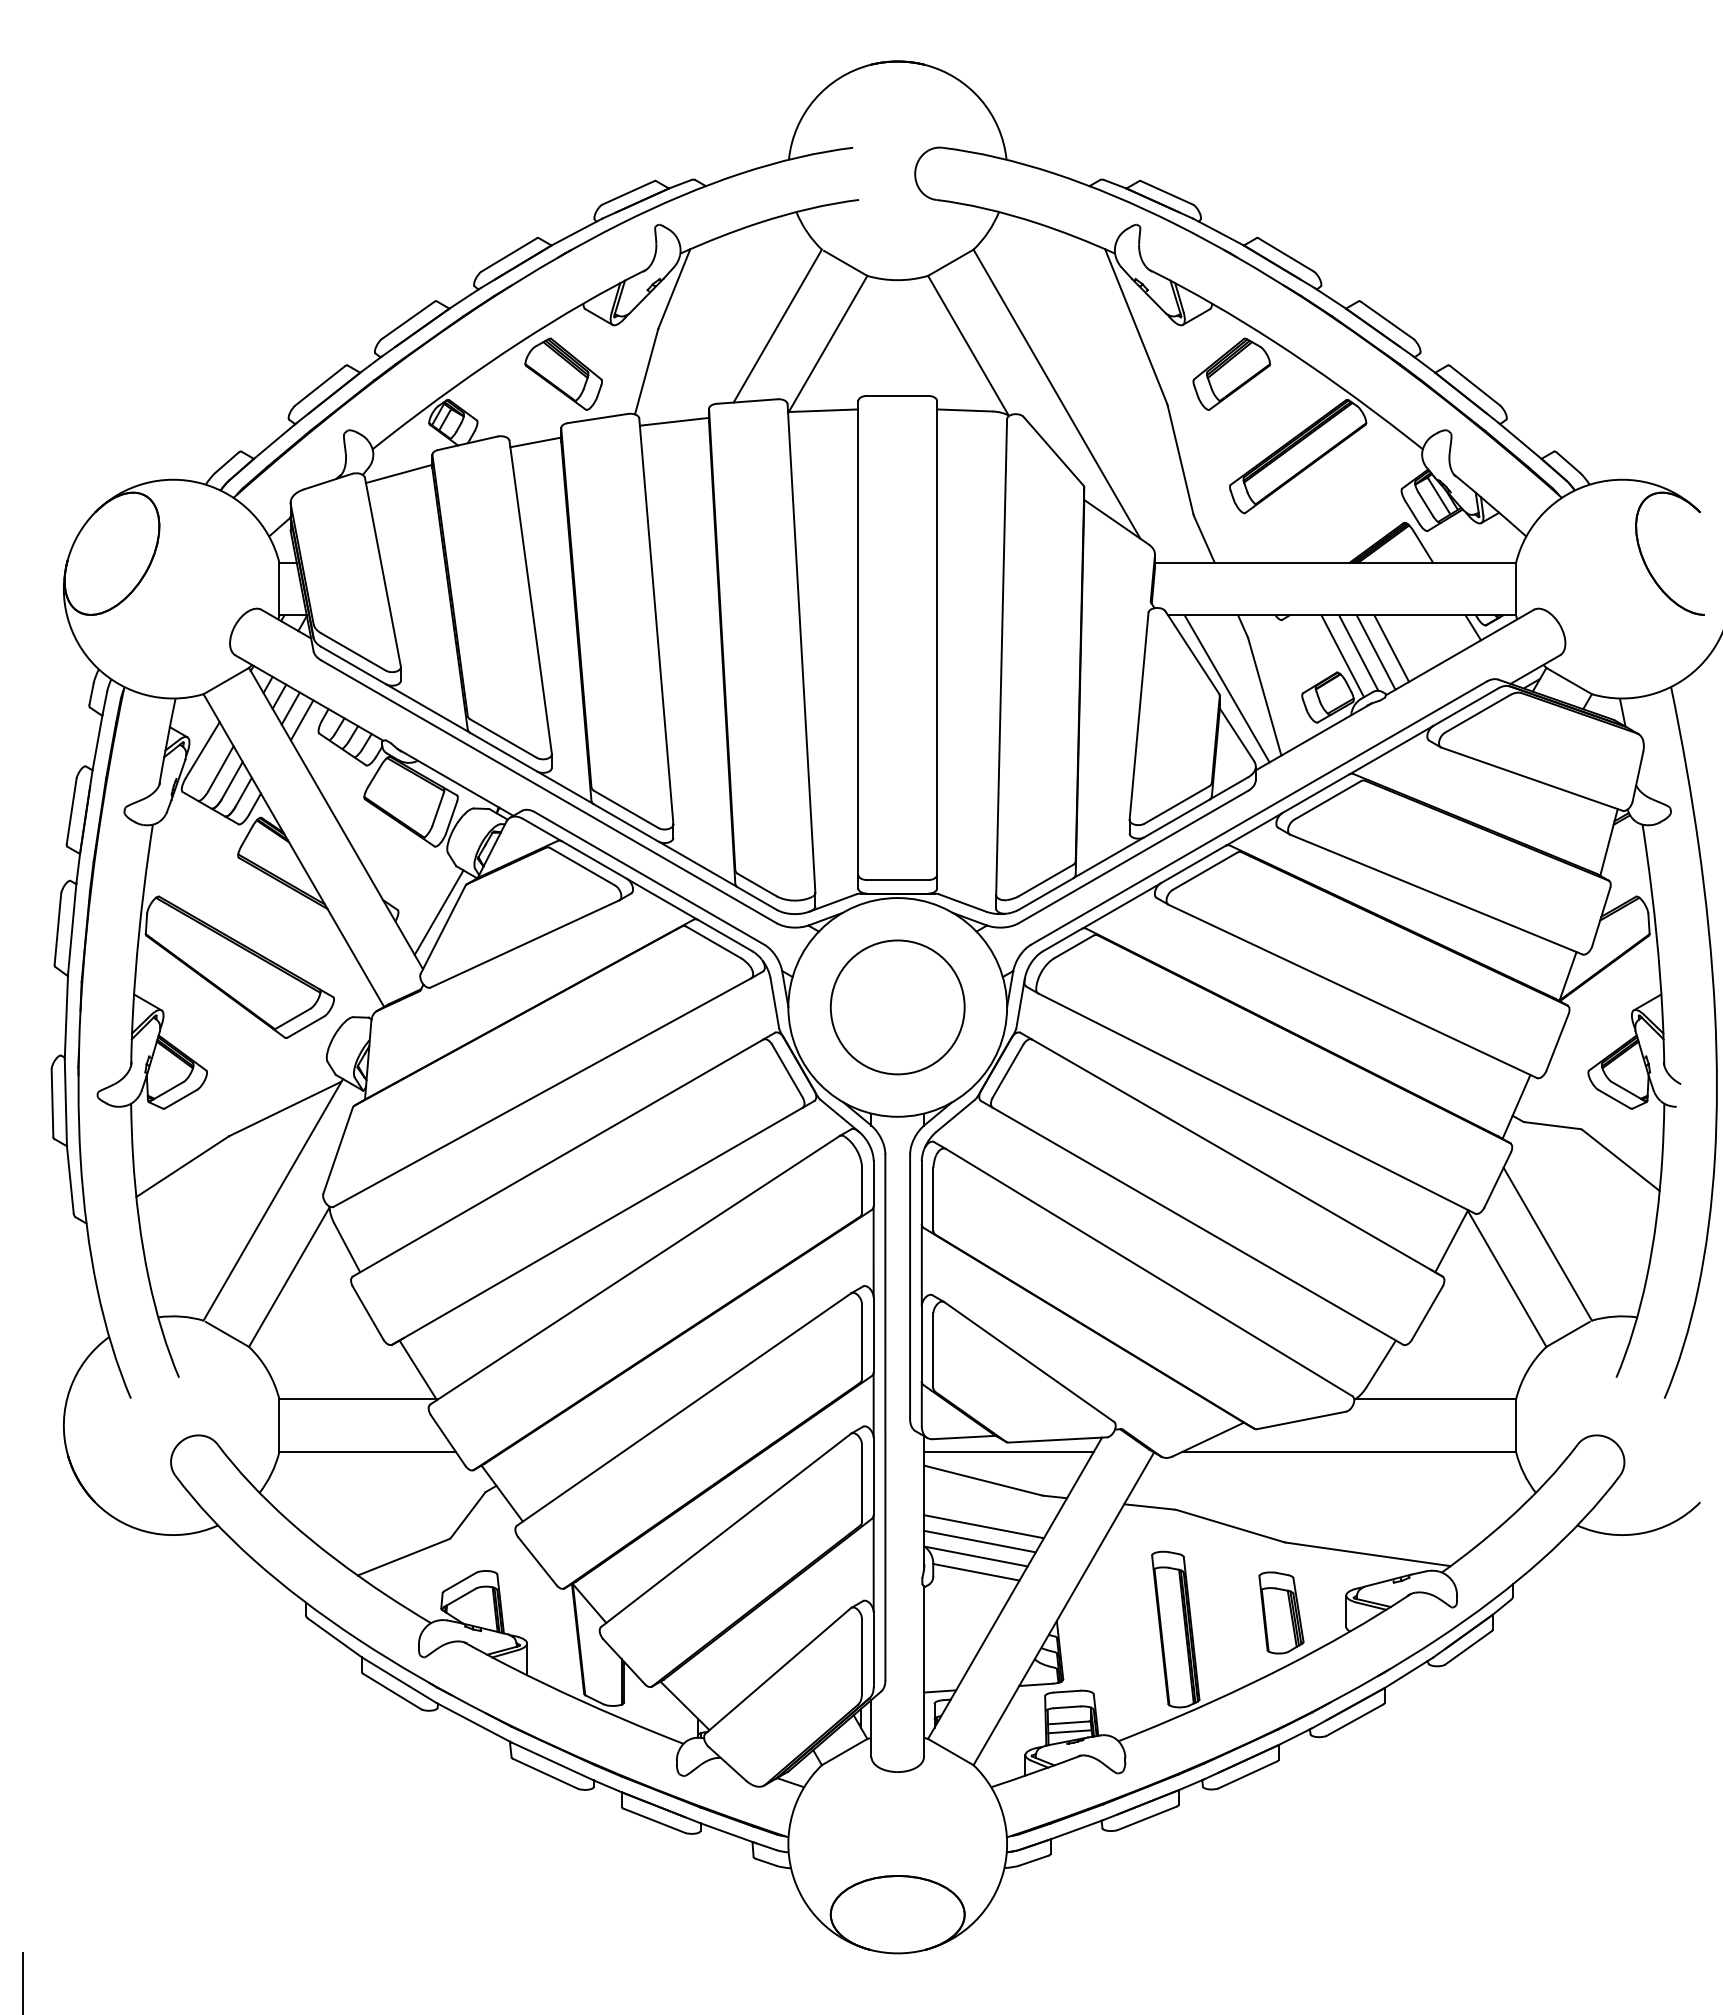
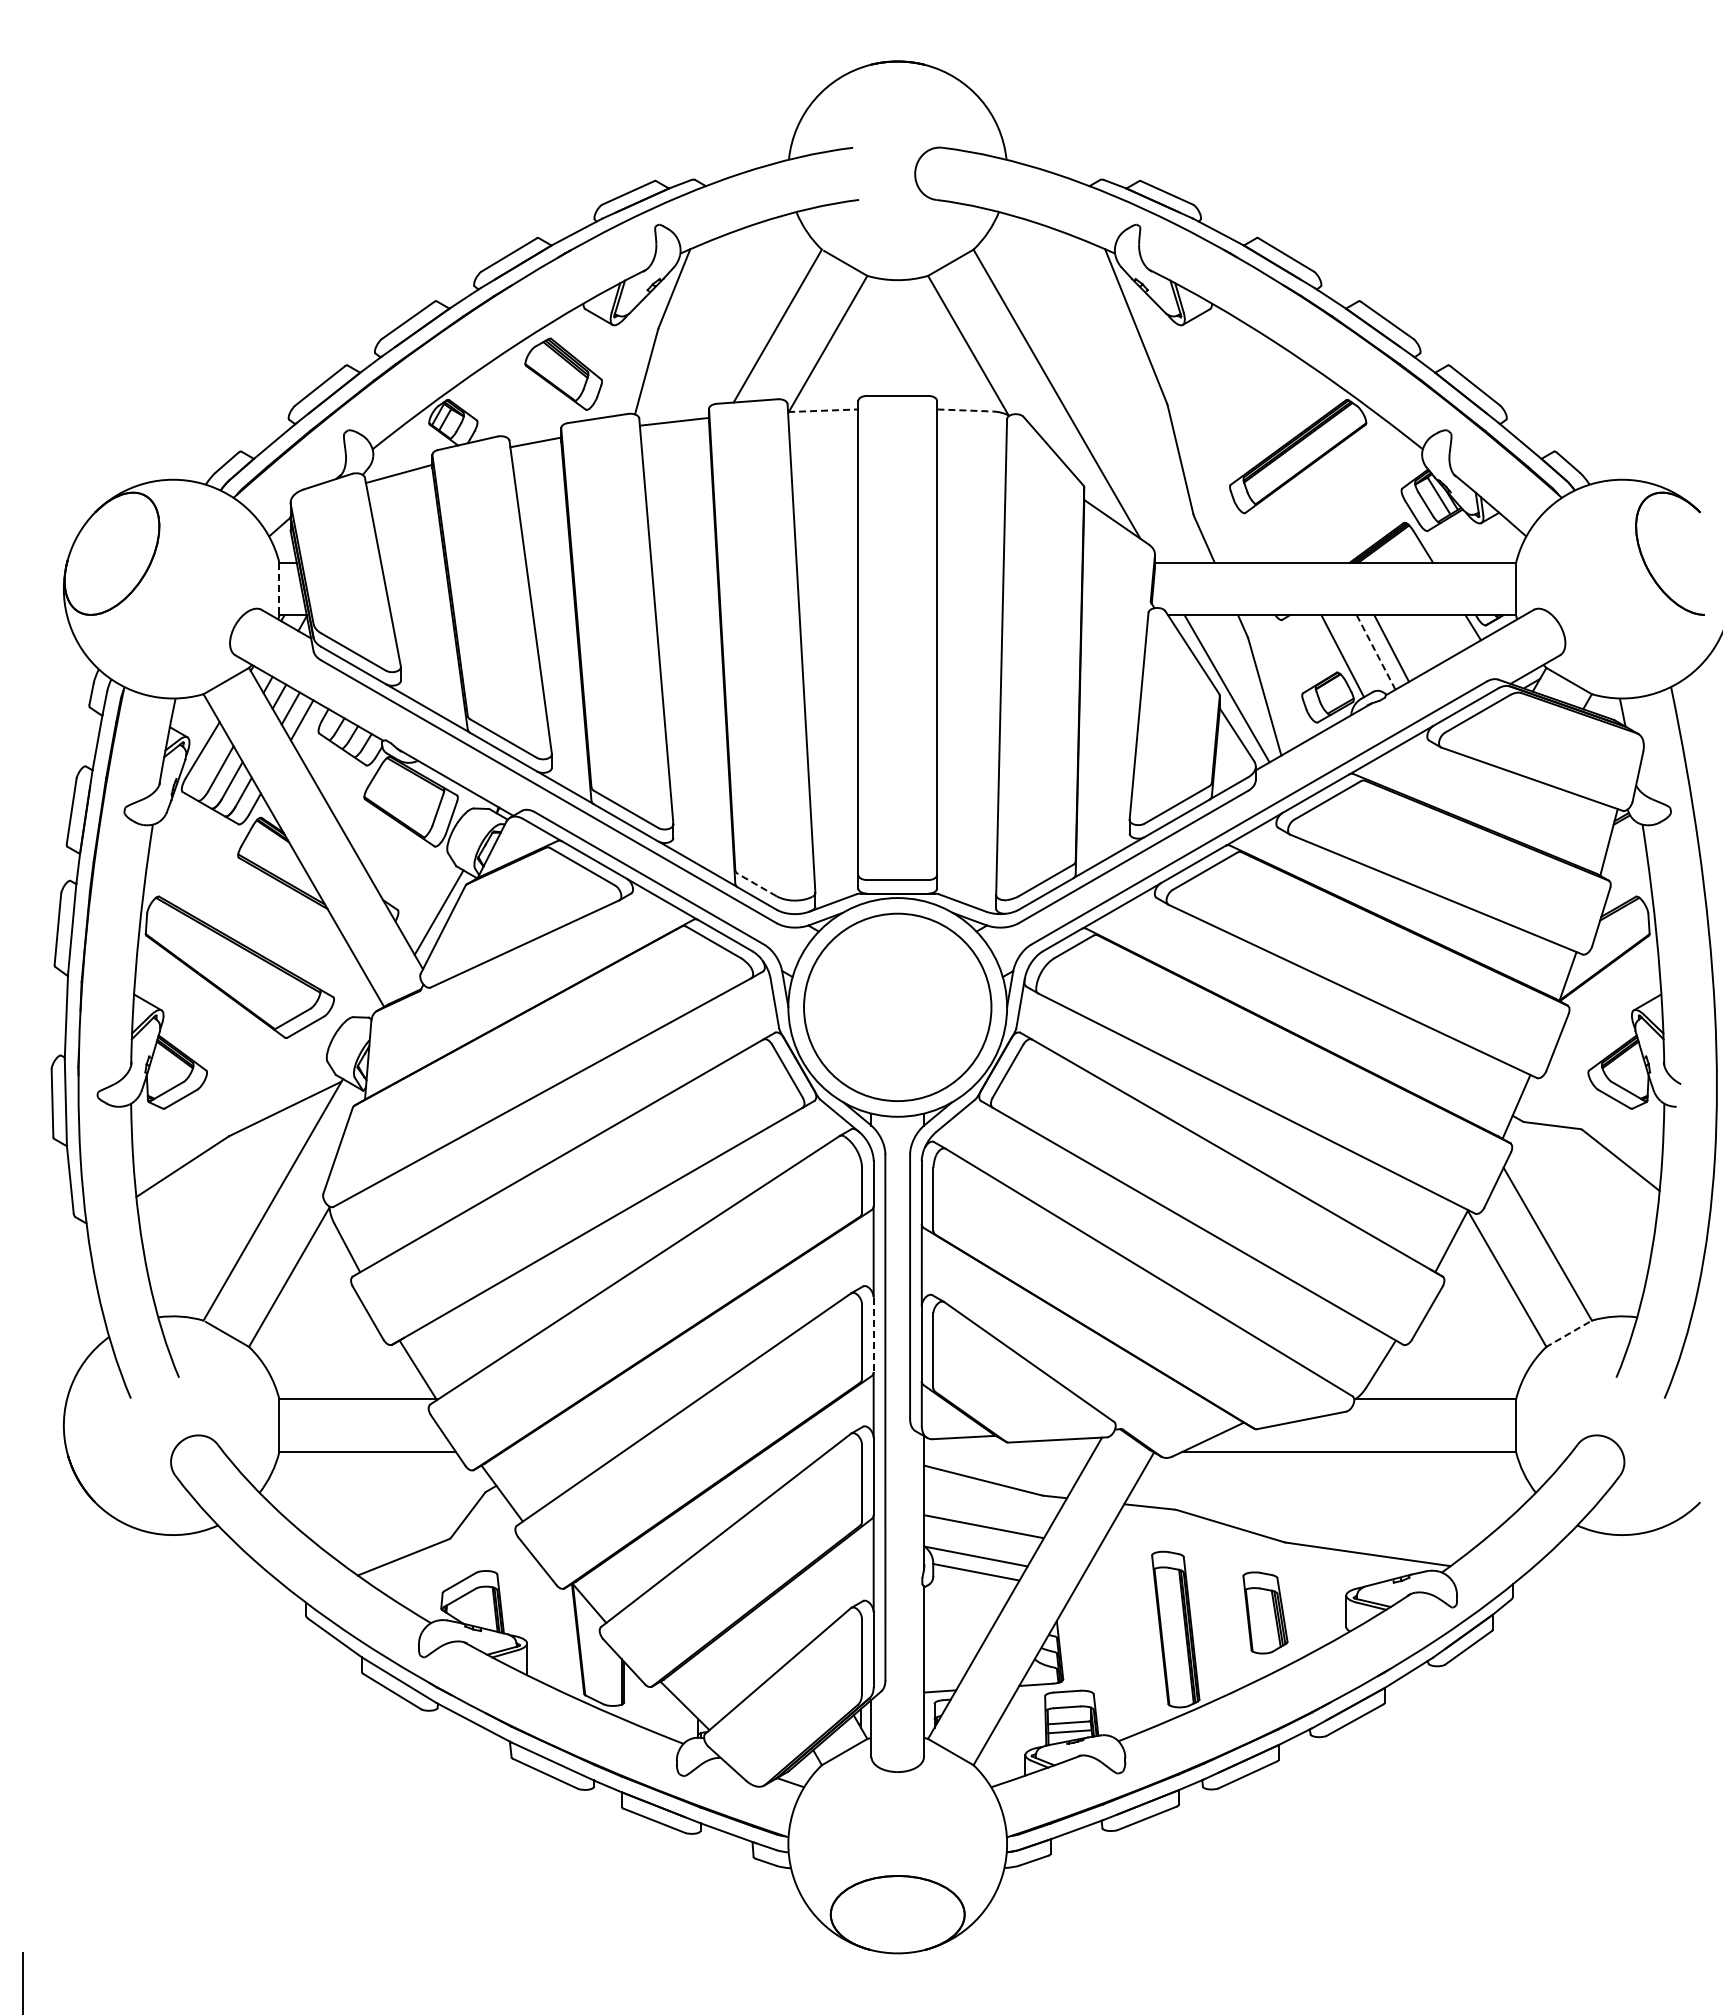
part at (1231, 373): present -> none
line at (823, 410): solid -> dashed
line at (964, 410): solid -> dashed
line at (279, 589): solid -> dashed
line at (1358, 652): present -> none
line at (1376, 652): solid -> dashed
line at (756, 884): solid -> dashed
circle at (897, 1007) diameter: 134 px -> 187 px
line at (1568, 1334): solid -> dashed
line at (873, 1335): solid -> dashed
line at (1008, 1451): present -> none
line at (979, 1541): present -> none
part at (1281, 1612) position: (1281, 1612) -> (1265, 1612)
